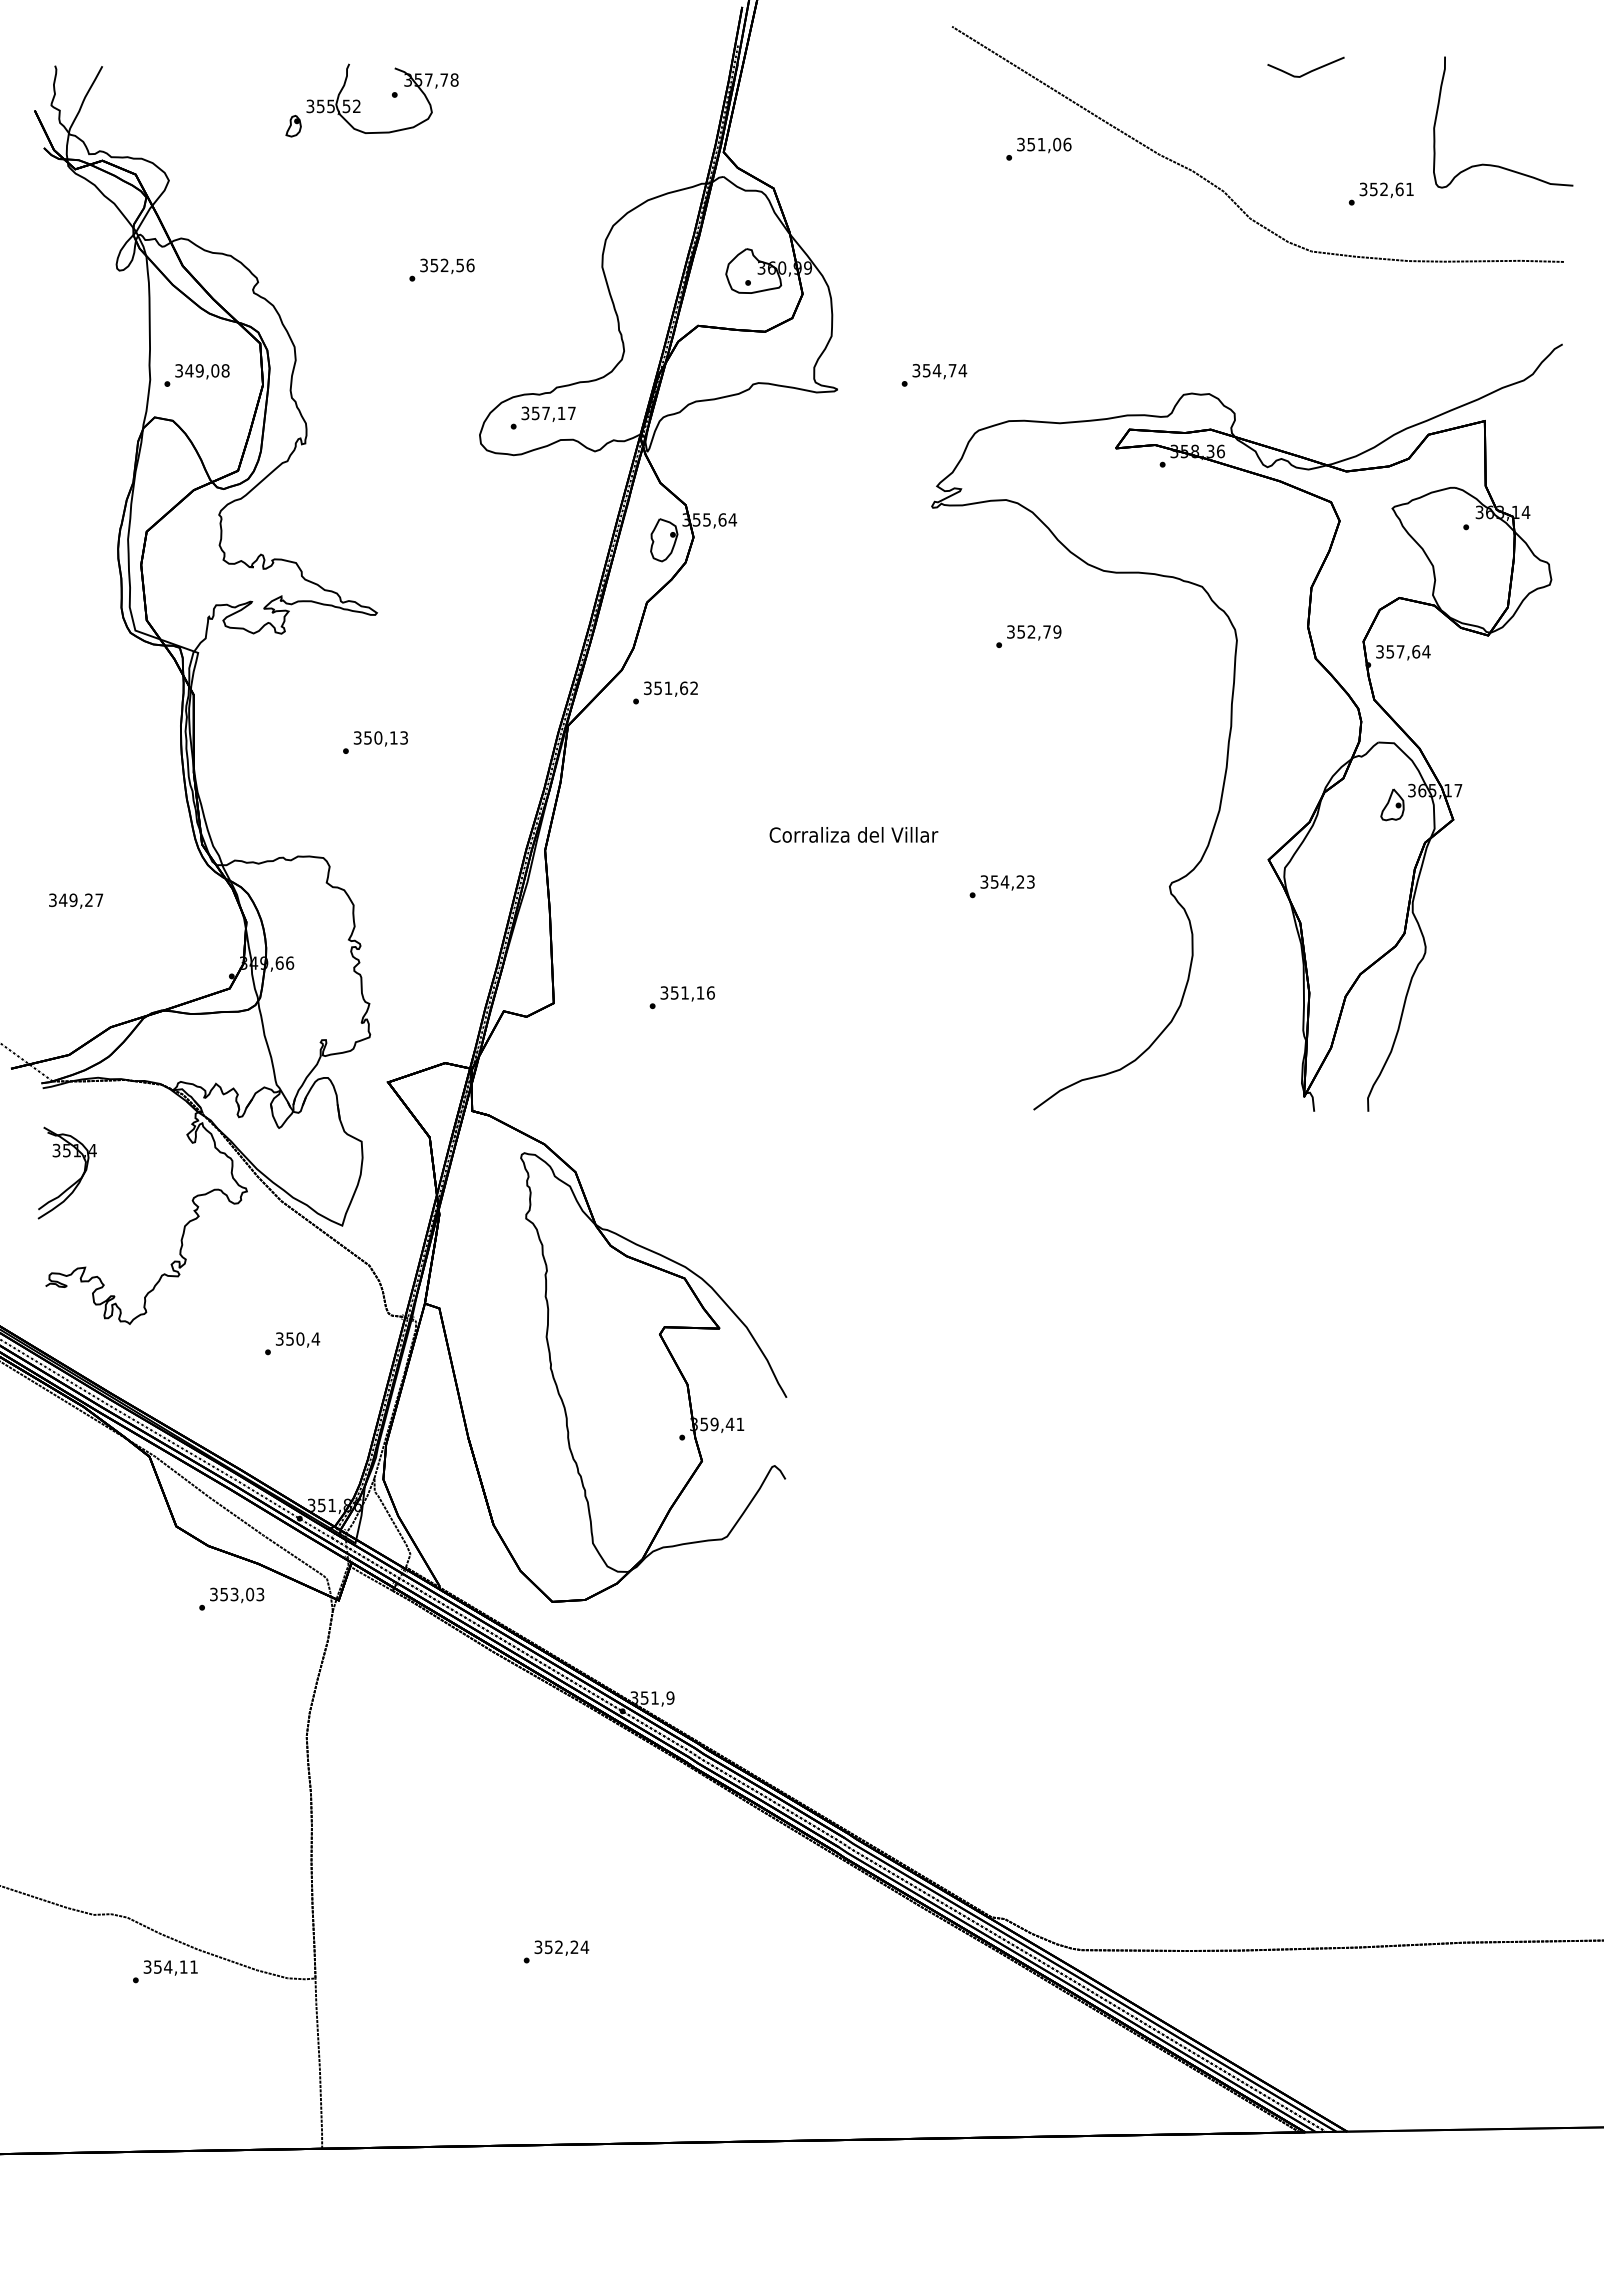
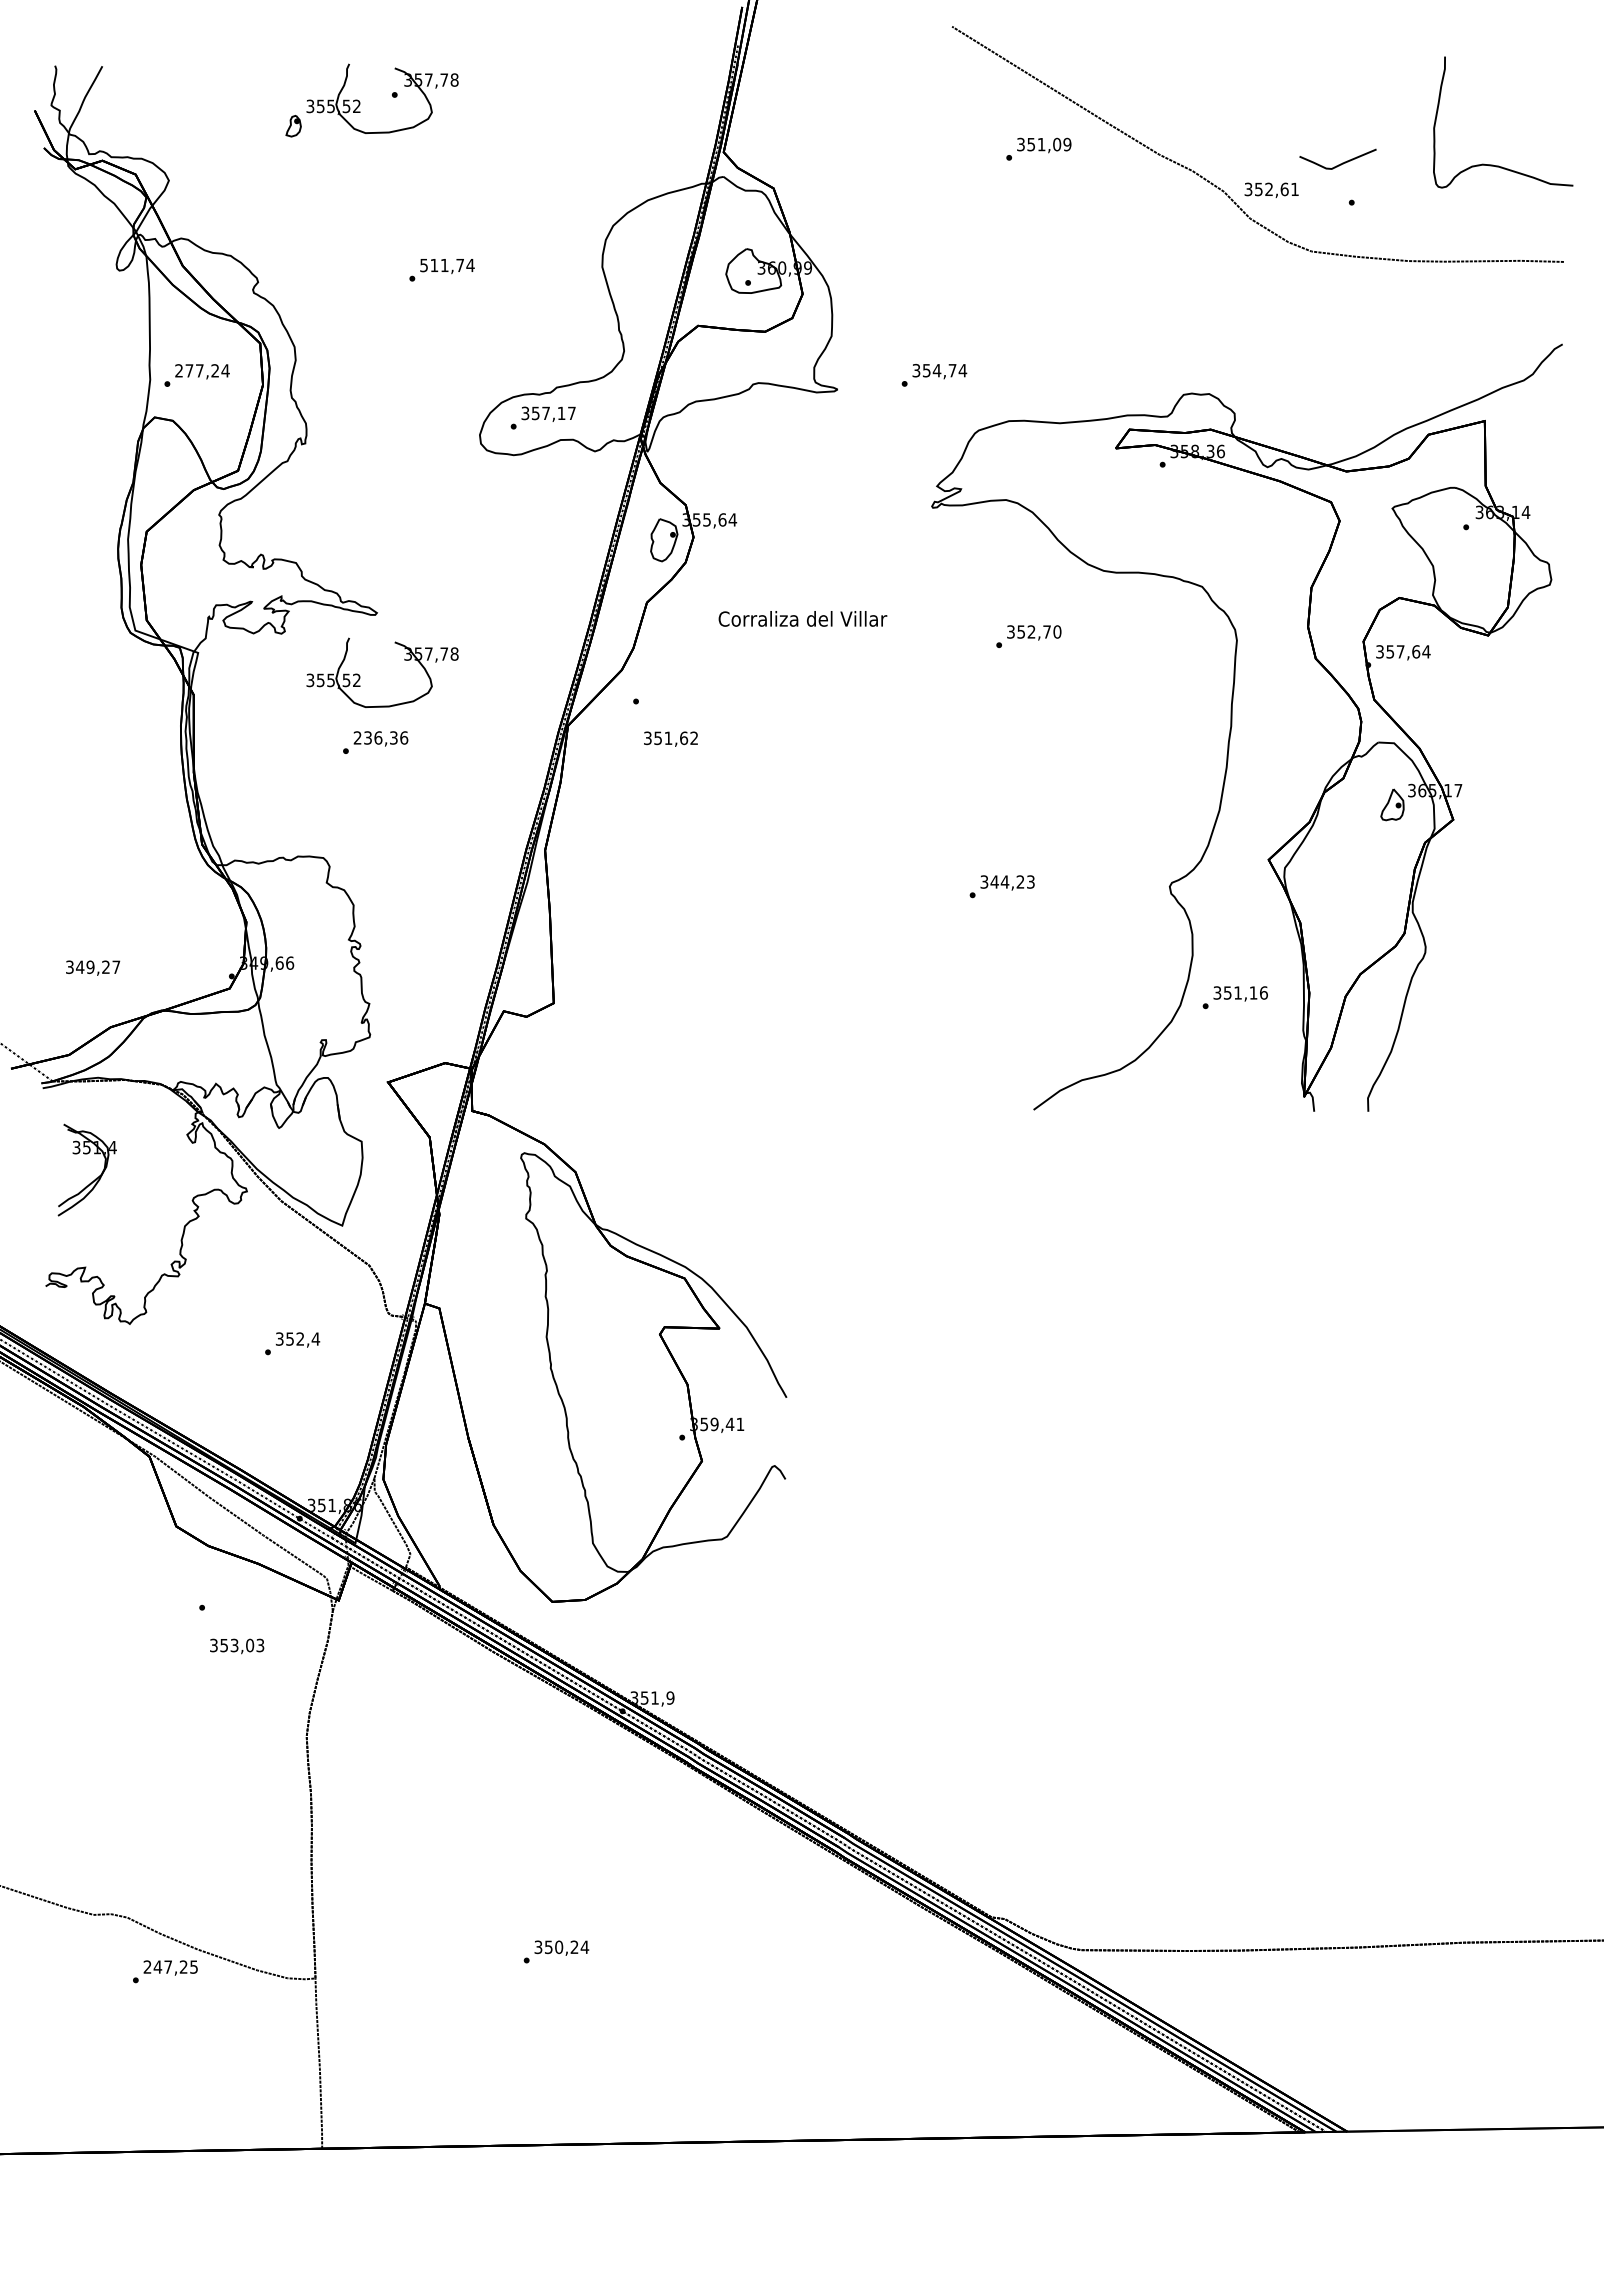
curve at (1308, 71) position: (1308, 71) -> (1340, 163)
text at (1067, 144): 351,06 -> 351,09
text at (1386, 189) position: (1386, 189) -> (1271, 189)
text at (447, 265): 352,56 -> 511,74
text at (202, 370): 349,08 -> 277,24
text at (1057, 631): 352,79 -> 352,70
part at (360, 676): none -> present
text at (670, 688) position: (670, 688) -> (670, 738)
text at (380, 737): 350,13 -> 236,36
text at (853, 834) position: (853, 834) -> (802, 618)
text at (994, 881): 354,23 -> 344,23
text at (76, 900) position: (76, 900) -> (93, 967)
text at (681, 997) position: (681, 997) -> (1234, 997)
part at (75, 1181) position: (75, 1181) -> (95, 1178)
text at (300, 1338): 350,4 -> 352,4
text at (237, 1595) position: (237, 1595) -> (237, 1646)
text at (559, 1947): 352,24 -> 350,24
text at (170, 1966): 354,11 -> 247,25
